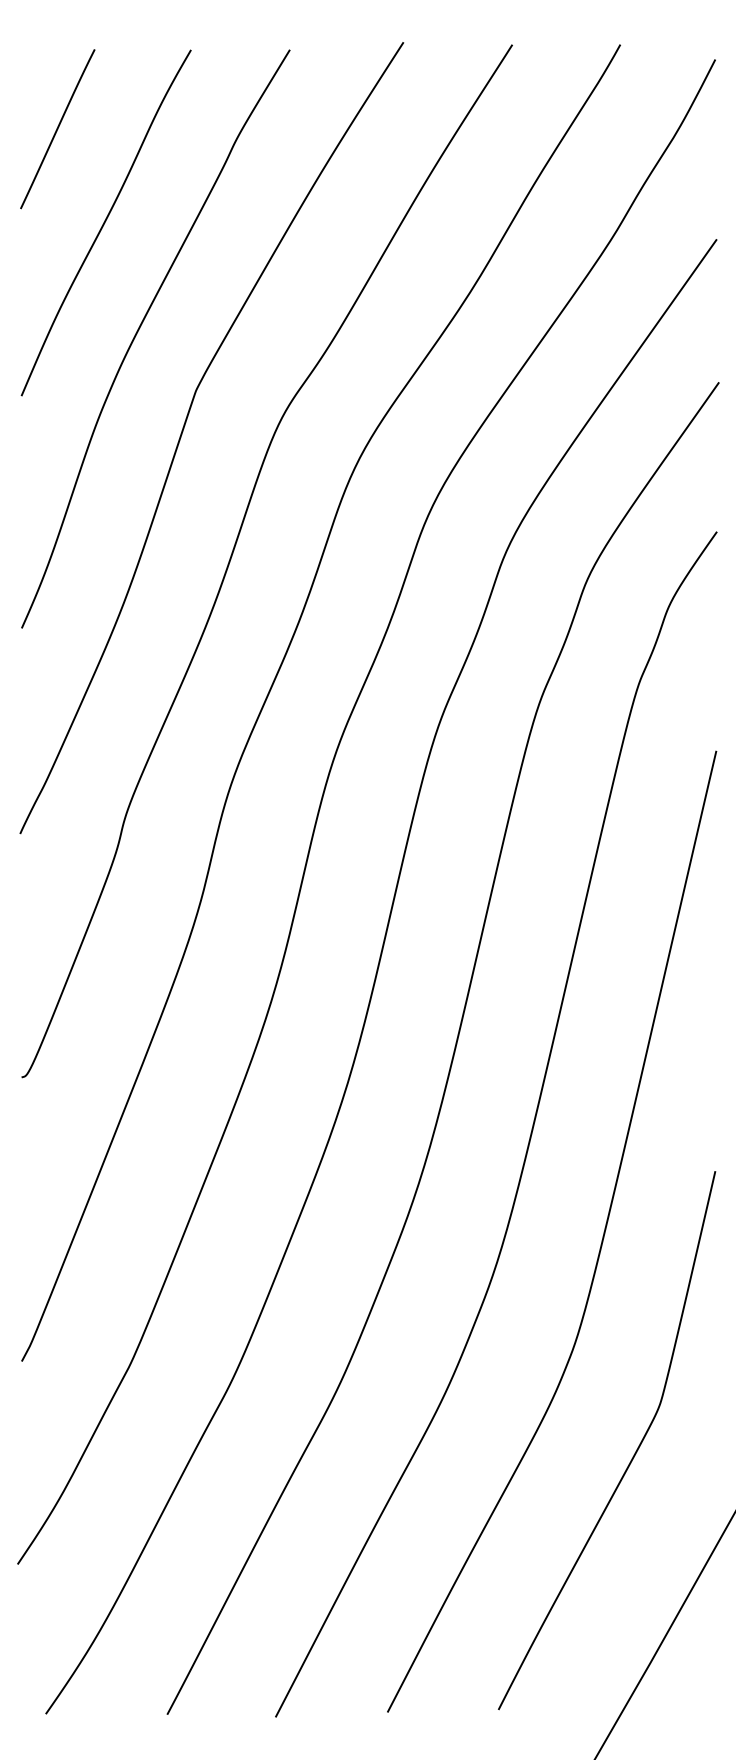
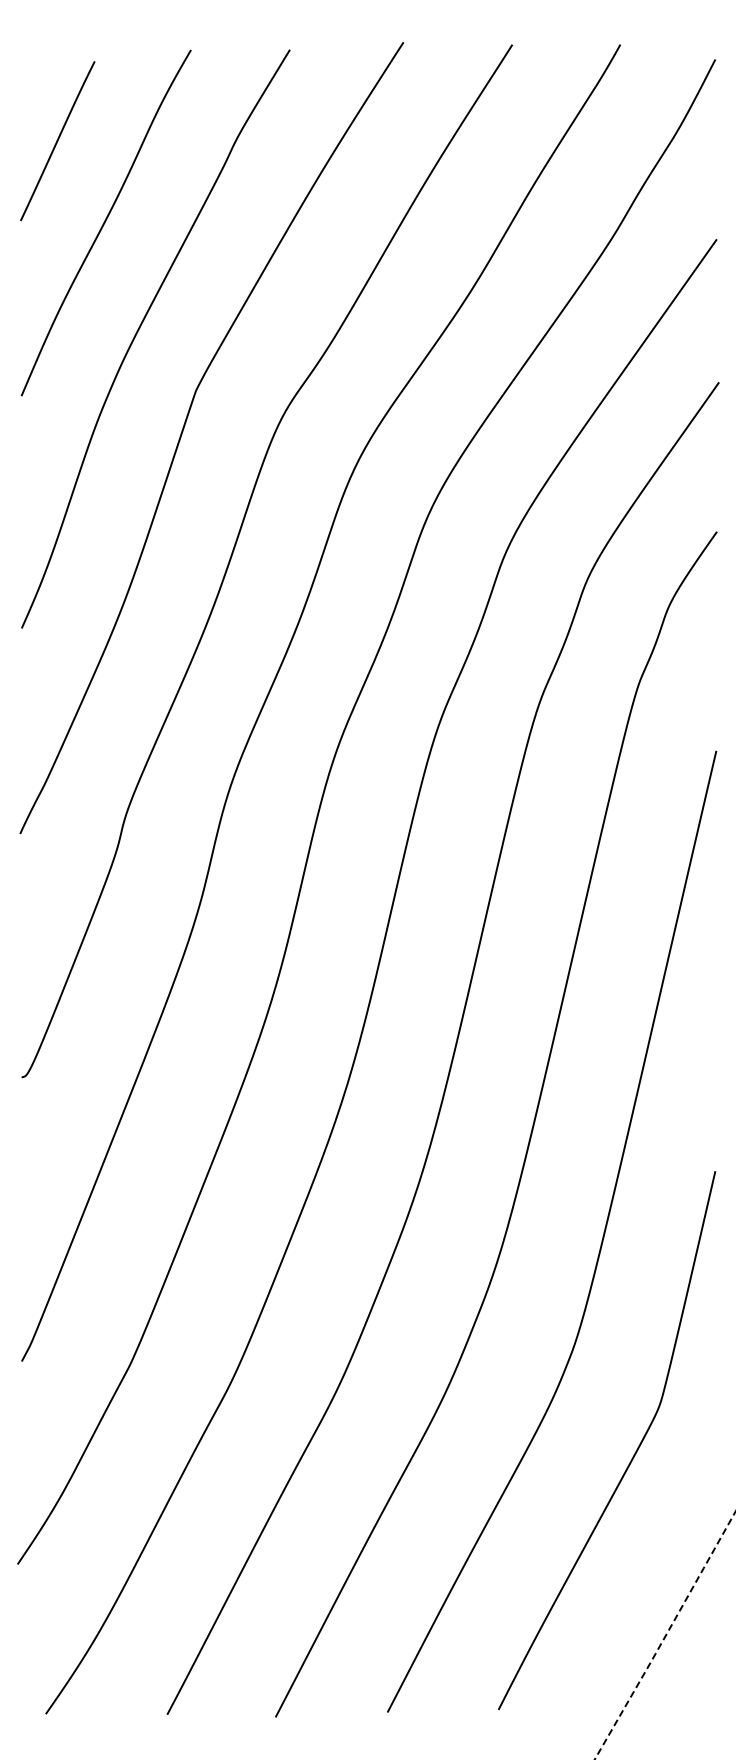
line at (57, 129) position: (57, 129) -> (57, 141)
line at (665, 1636): solid -> dashed
